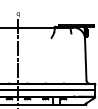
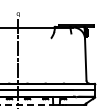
line at (26, 104): solid -> dashed
